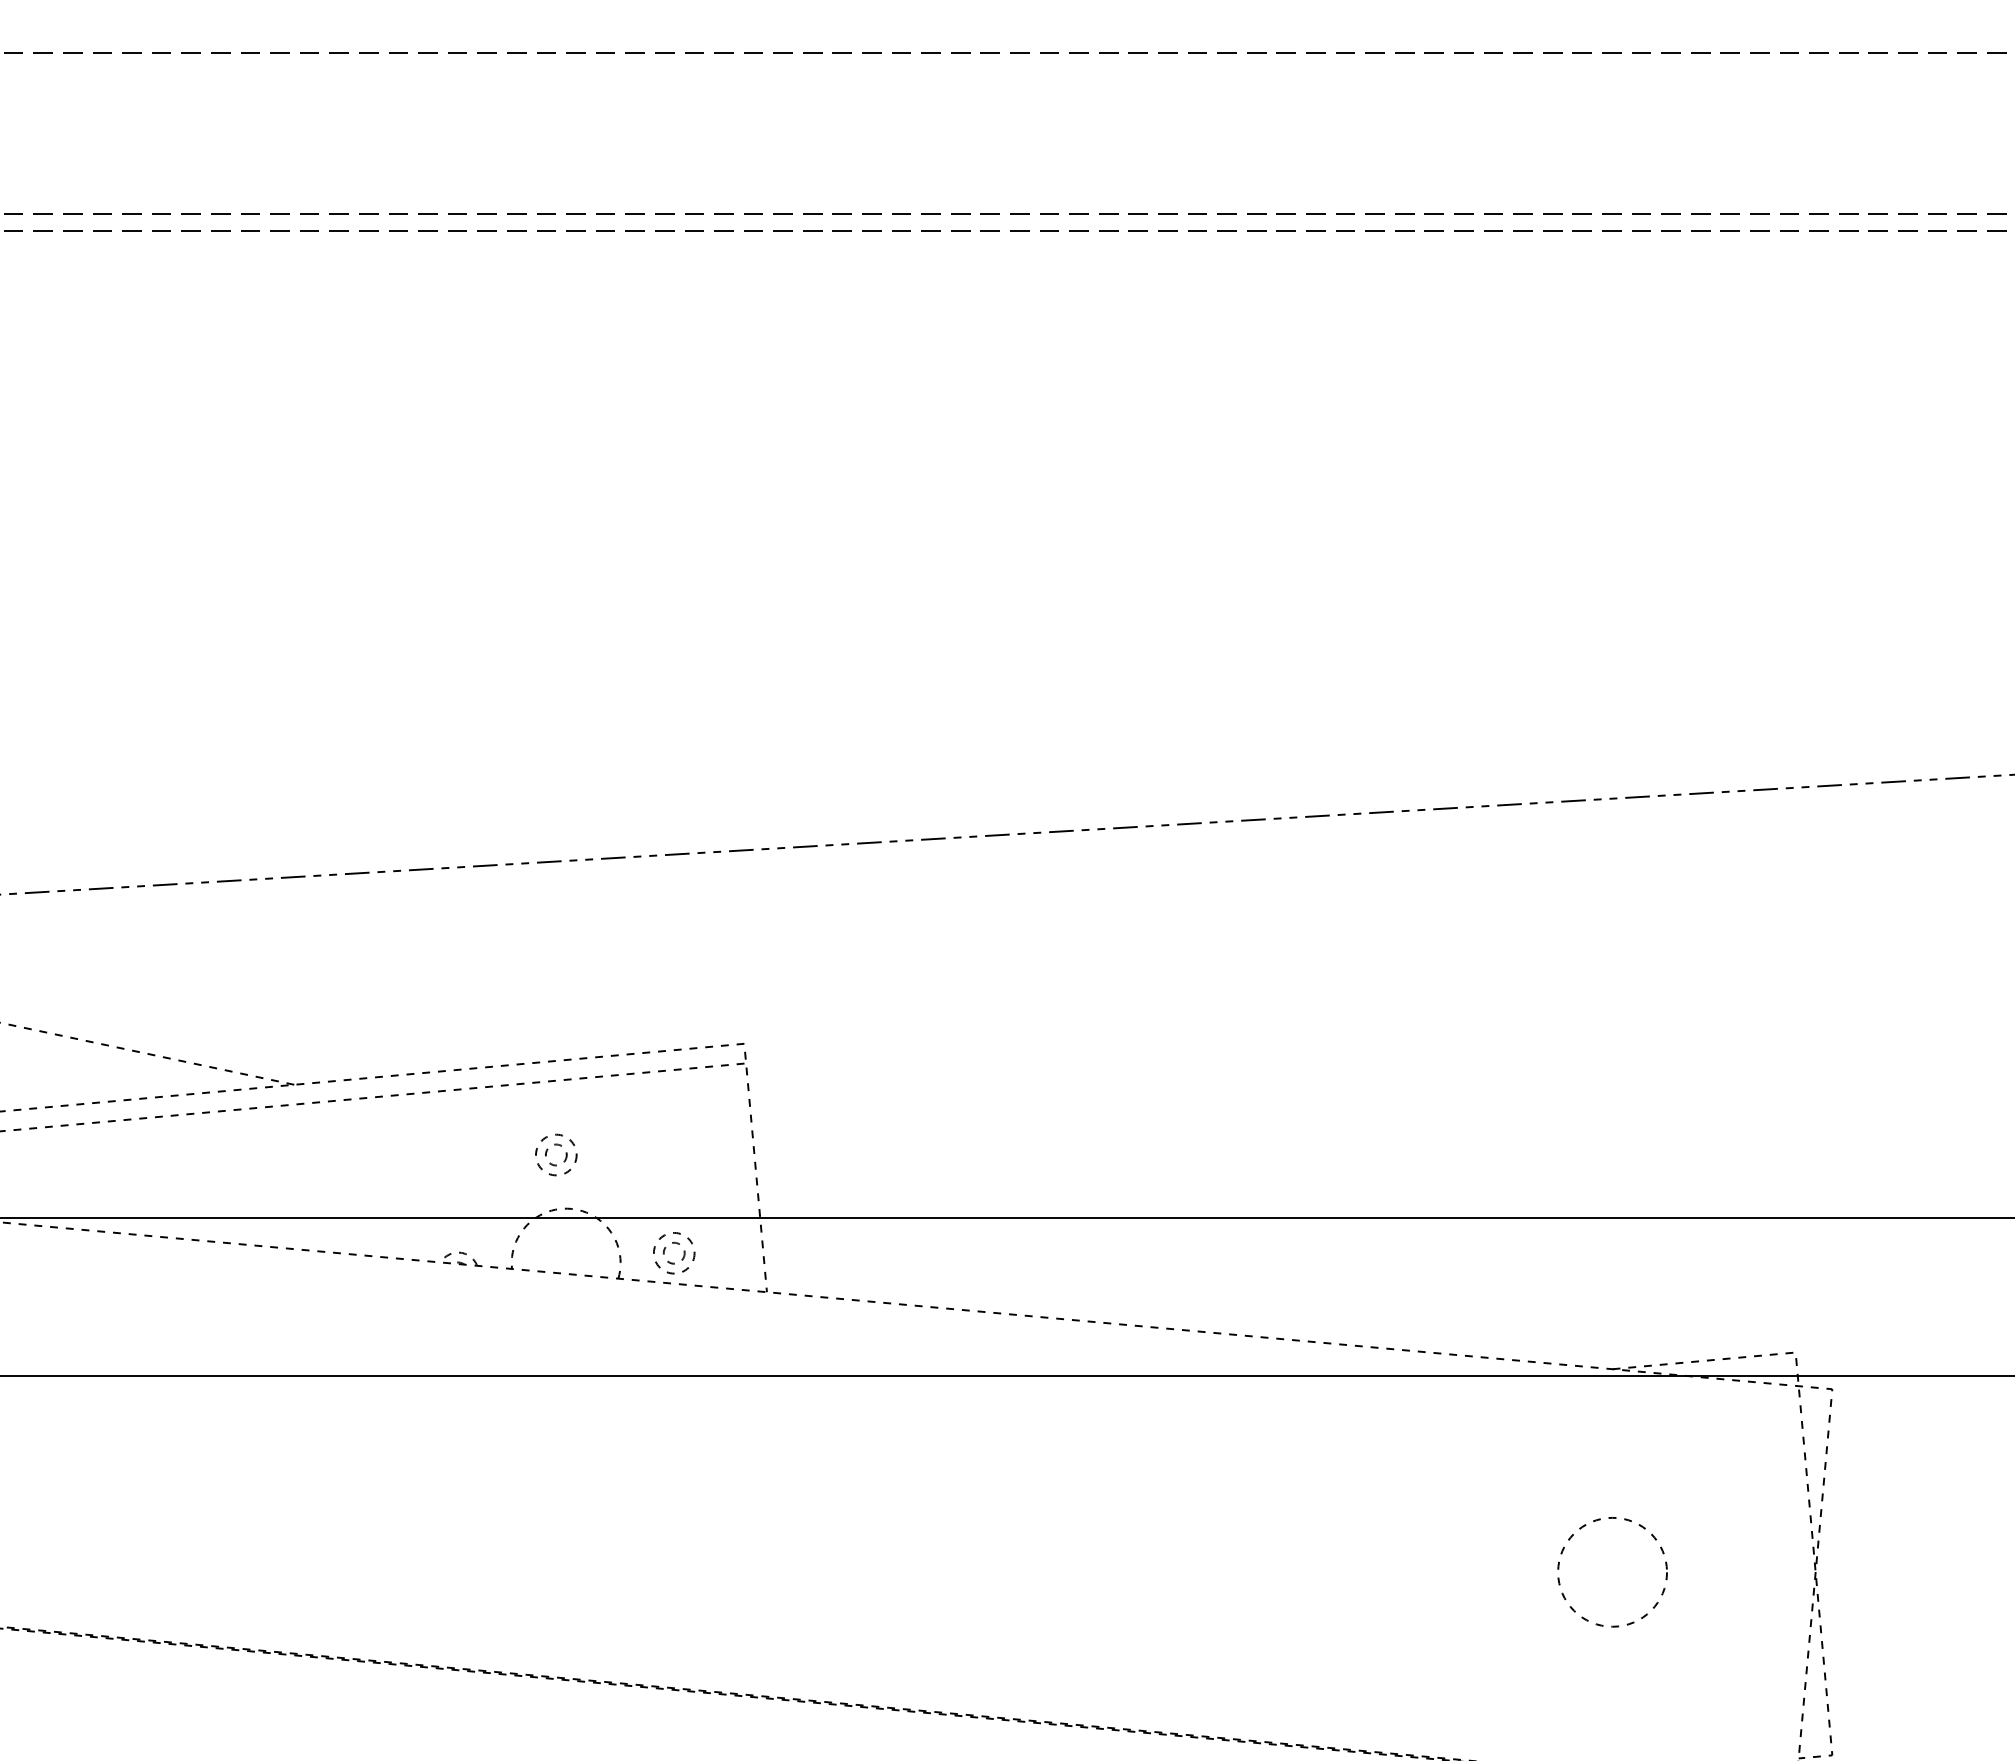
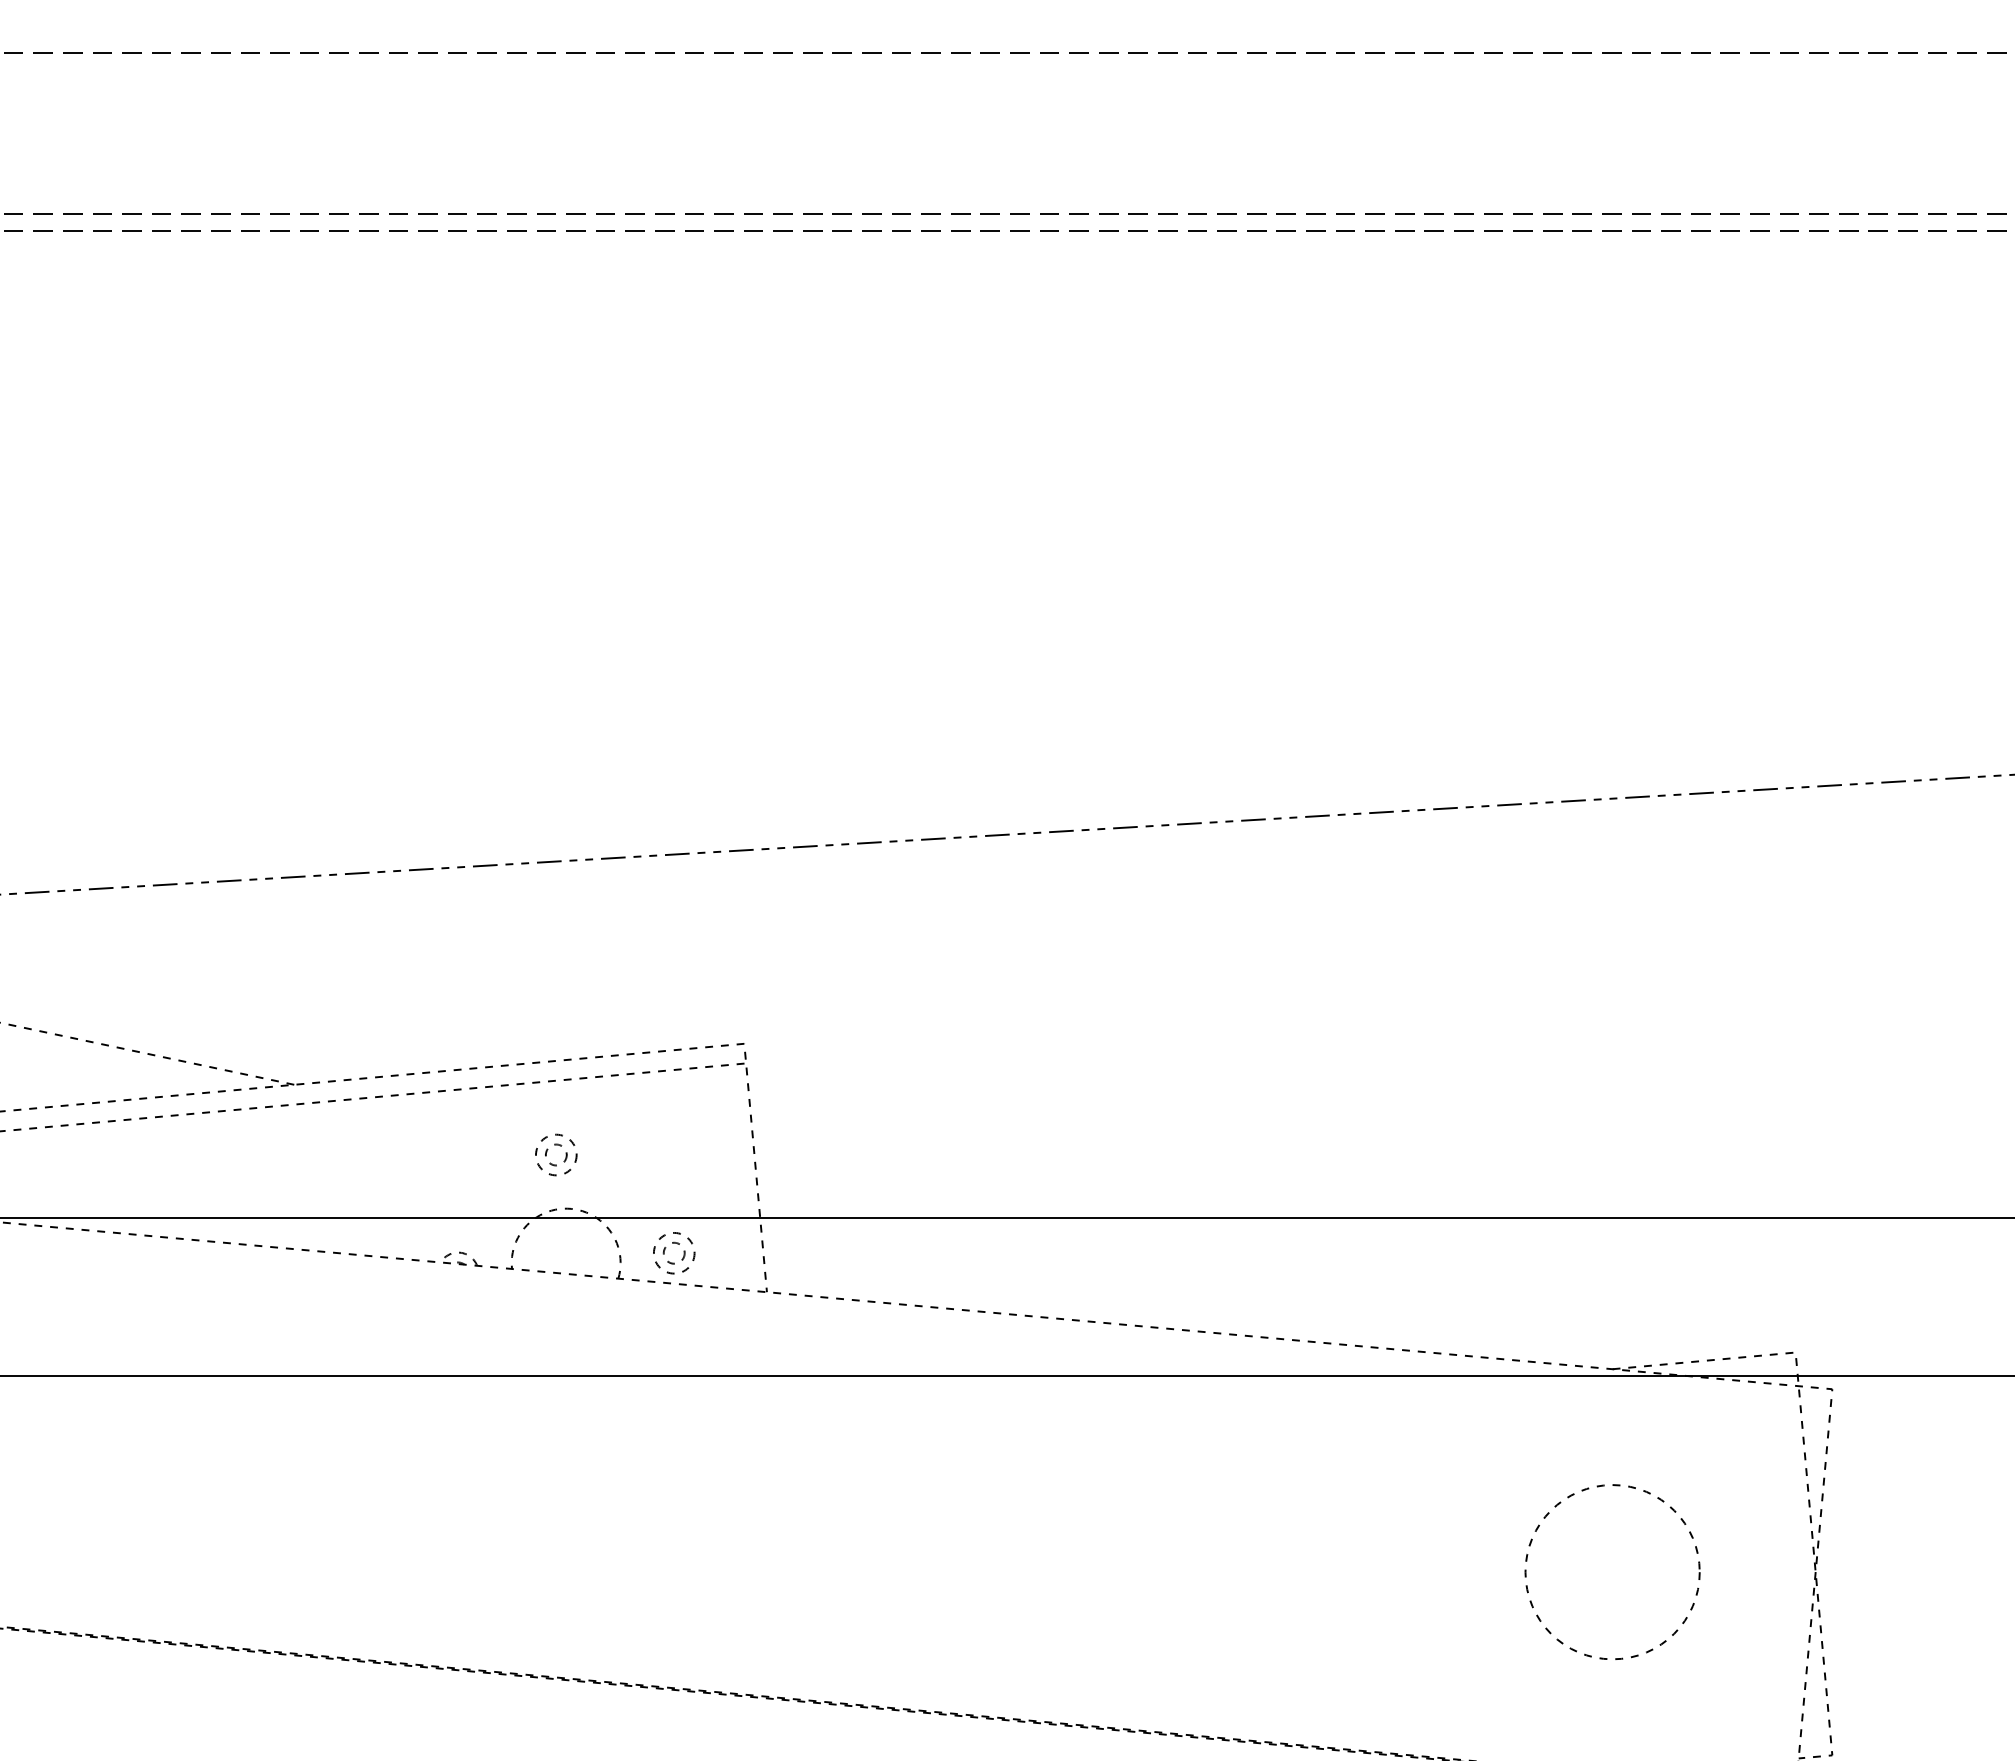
circle at (1612, 1572) size: 111x111 px -> 177x176 px
